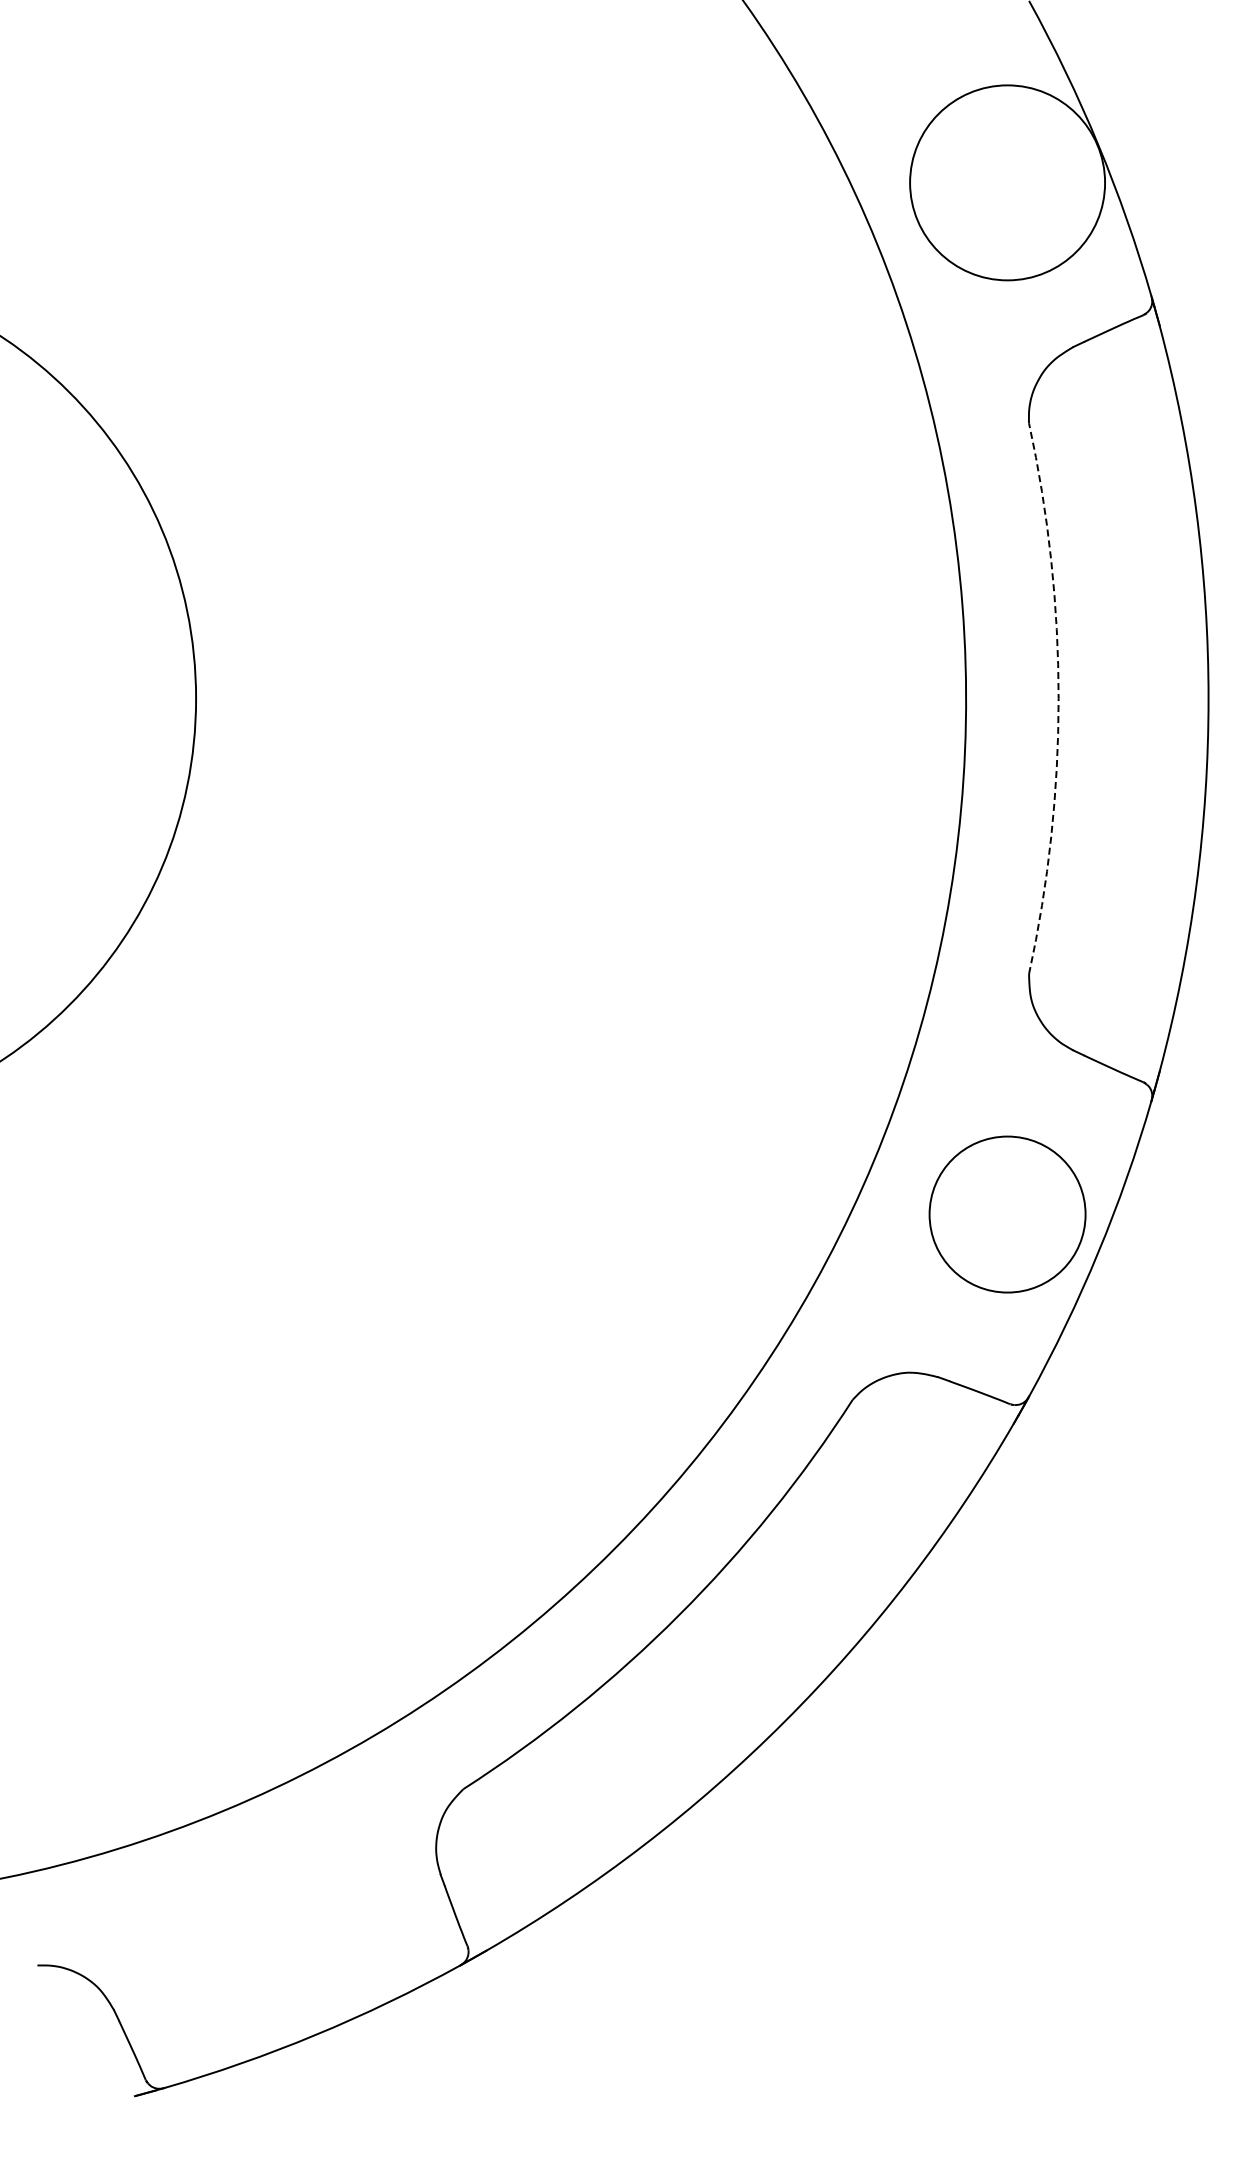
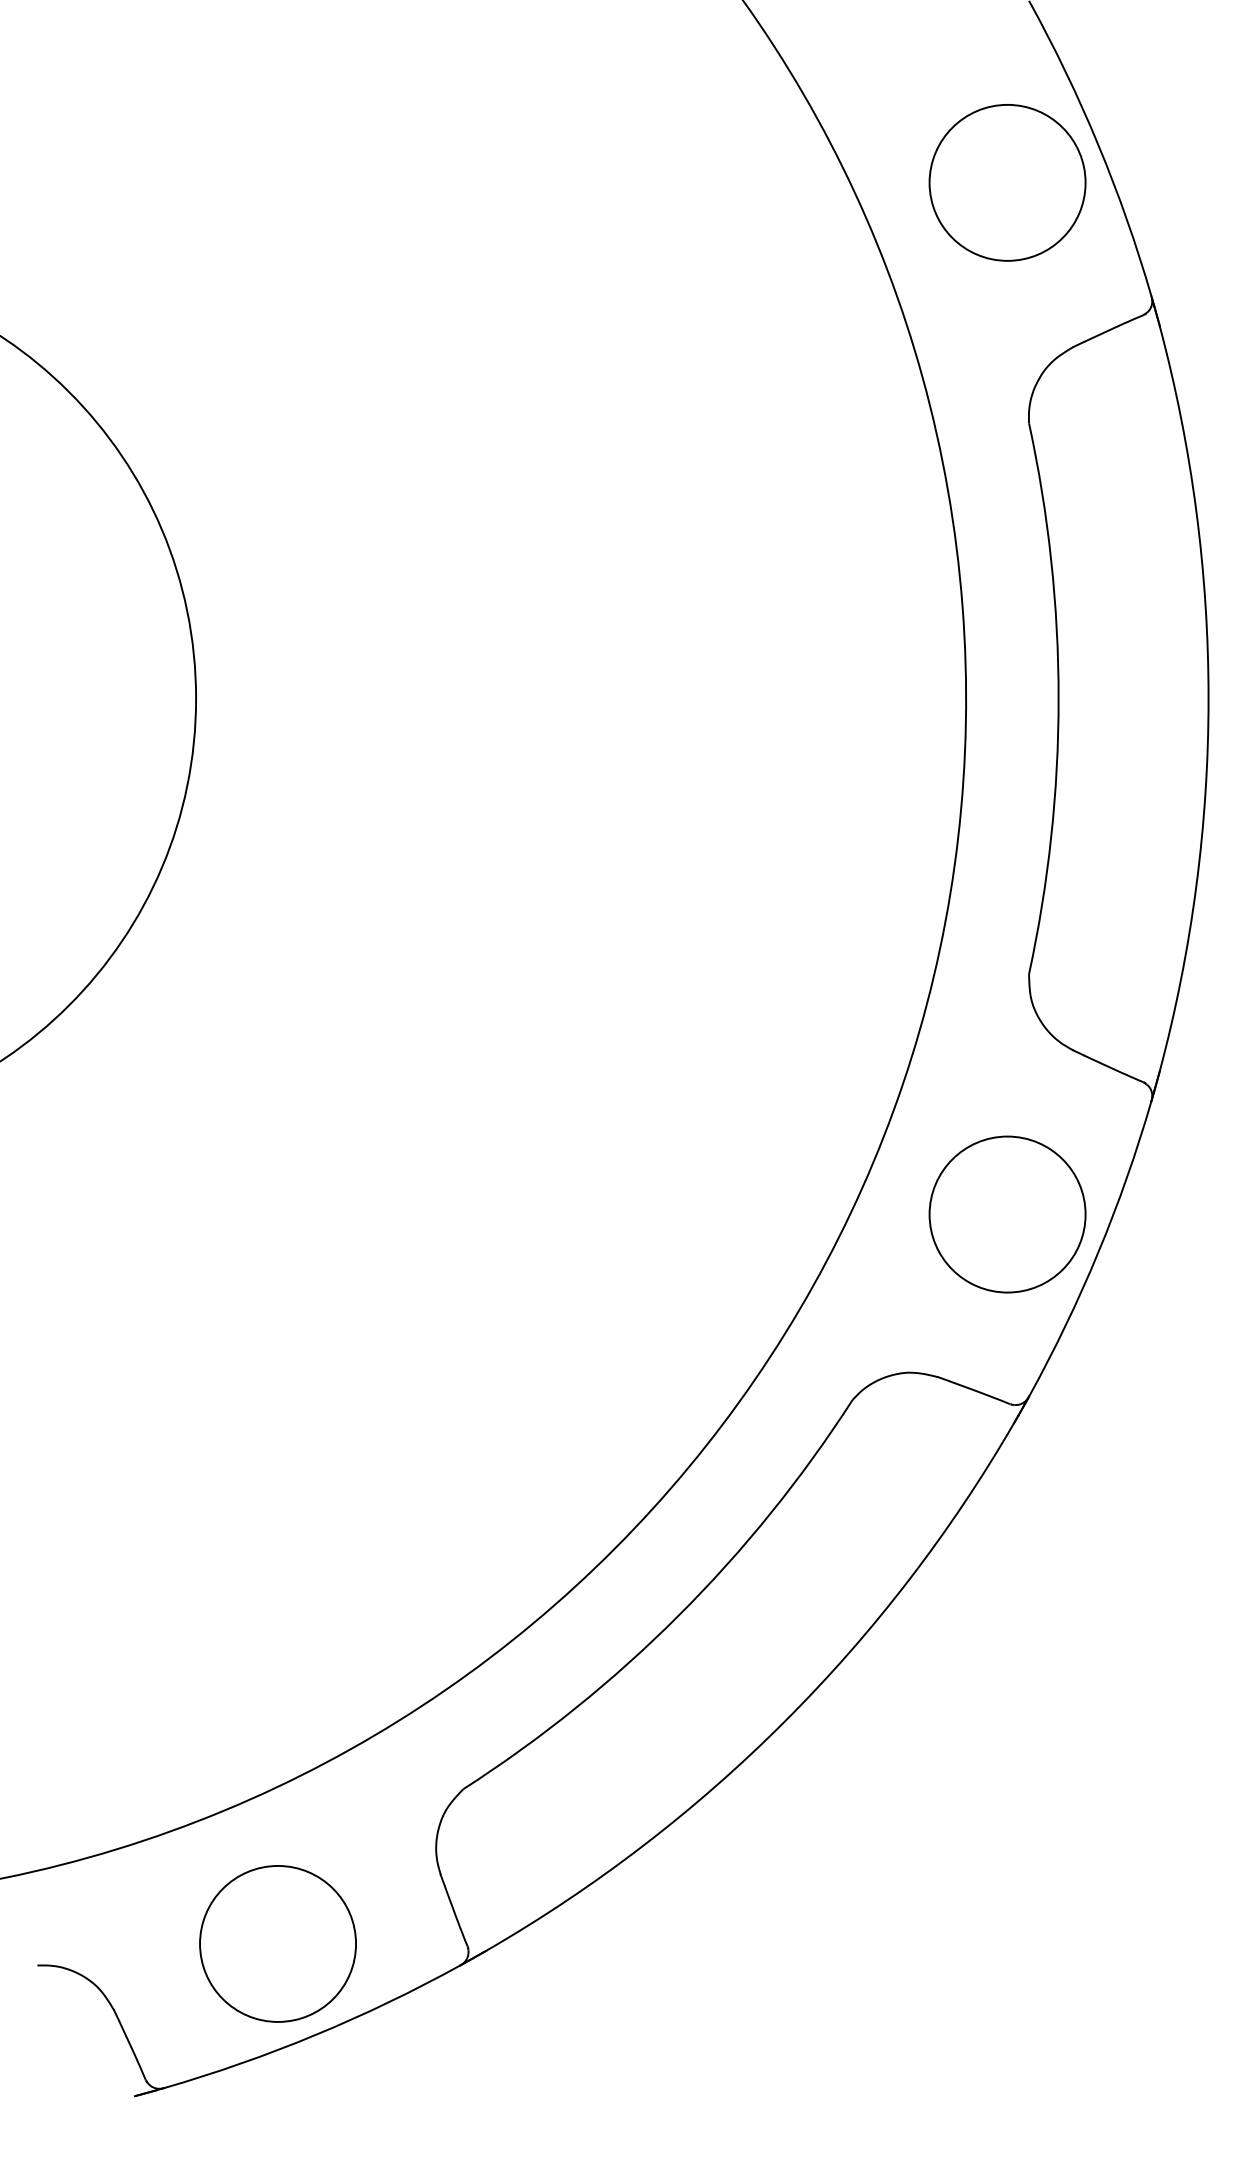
circle at (1007, 182) diameter: 195 px -> 156 px
arc at (1058, 698): dashed -> solid
circle at (277, 1943): none -> present
